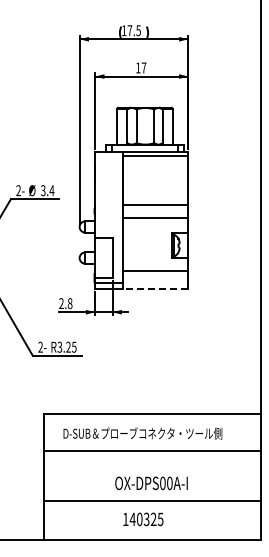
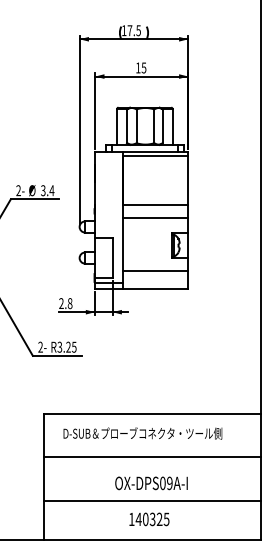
text at (143, 67): 17 -> 15
line at (155, 289): dashed -> solid
line at (152, 451) position: (152, 451) -> (152, 457)
text at (169, 483): OX-DPS00A-I -> OX-DPS09A-I
text at (143, 519) position: (143, 519) -> (149, 519)
